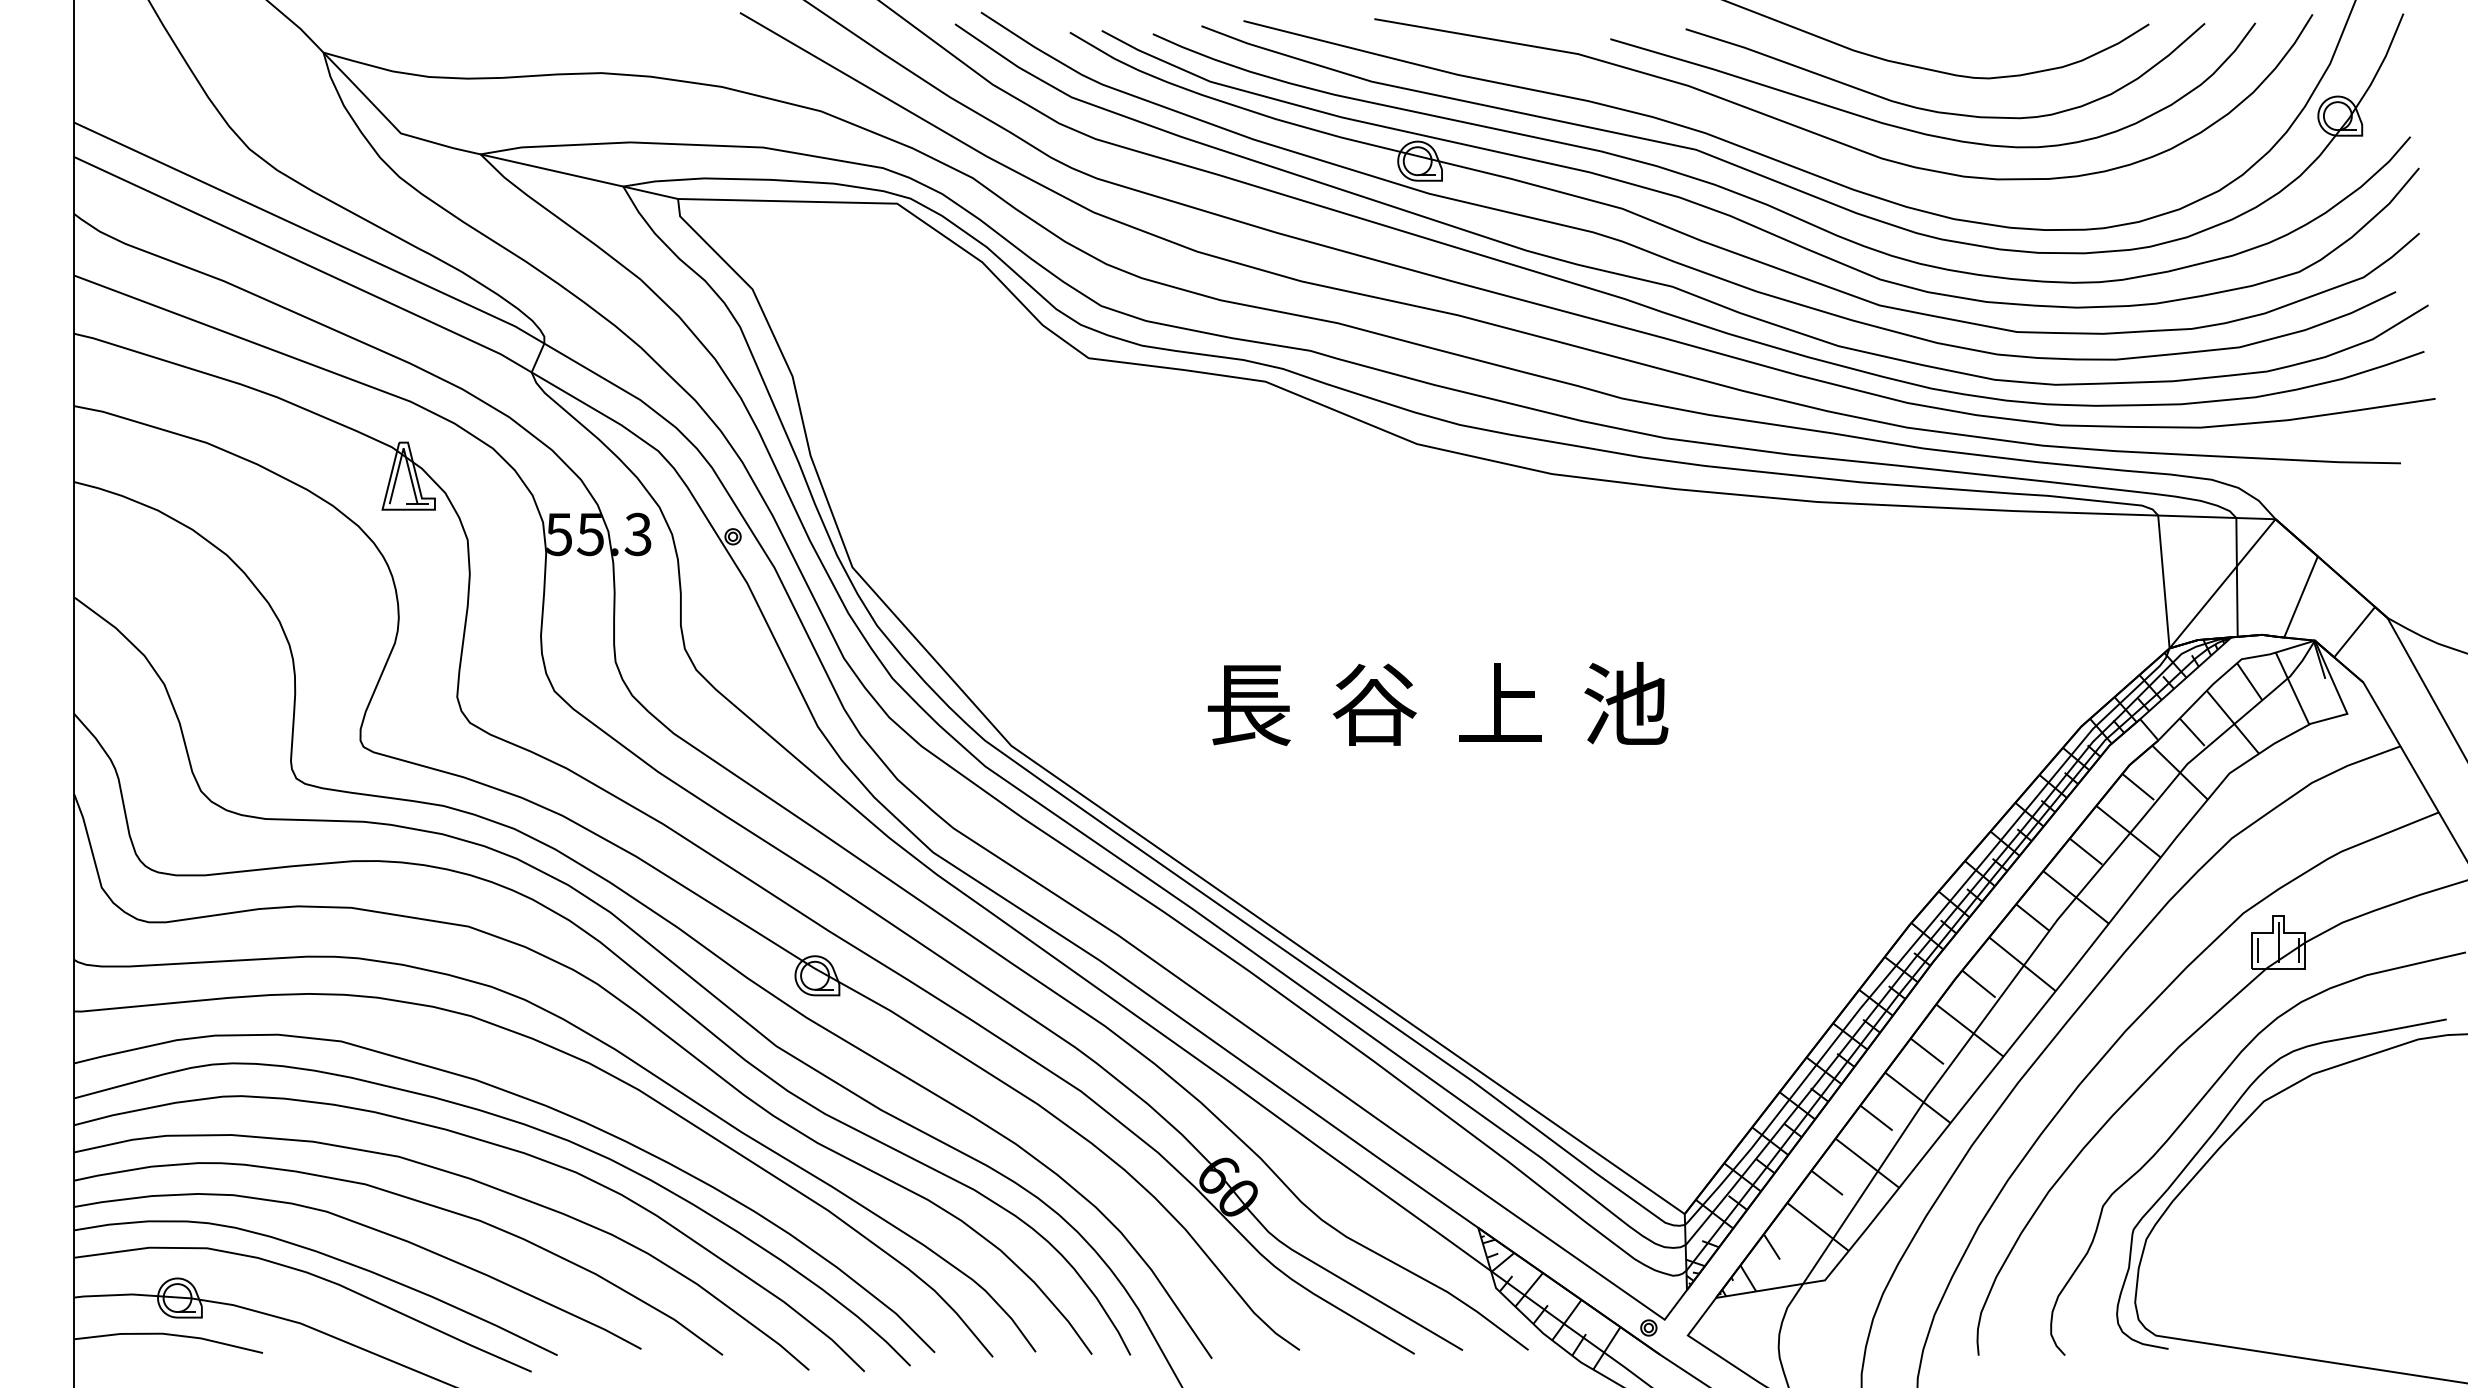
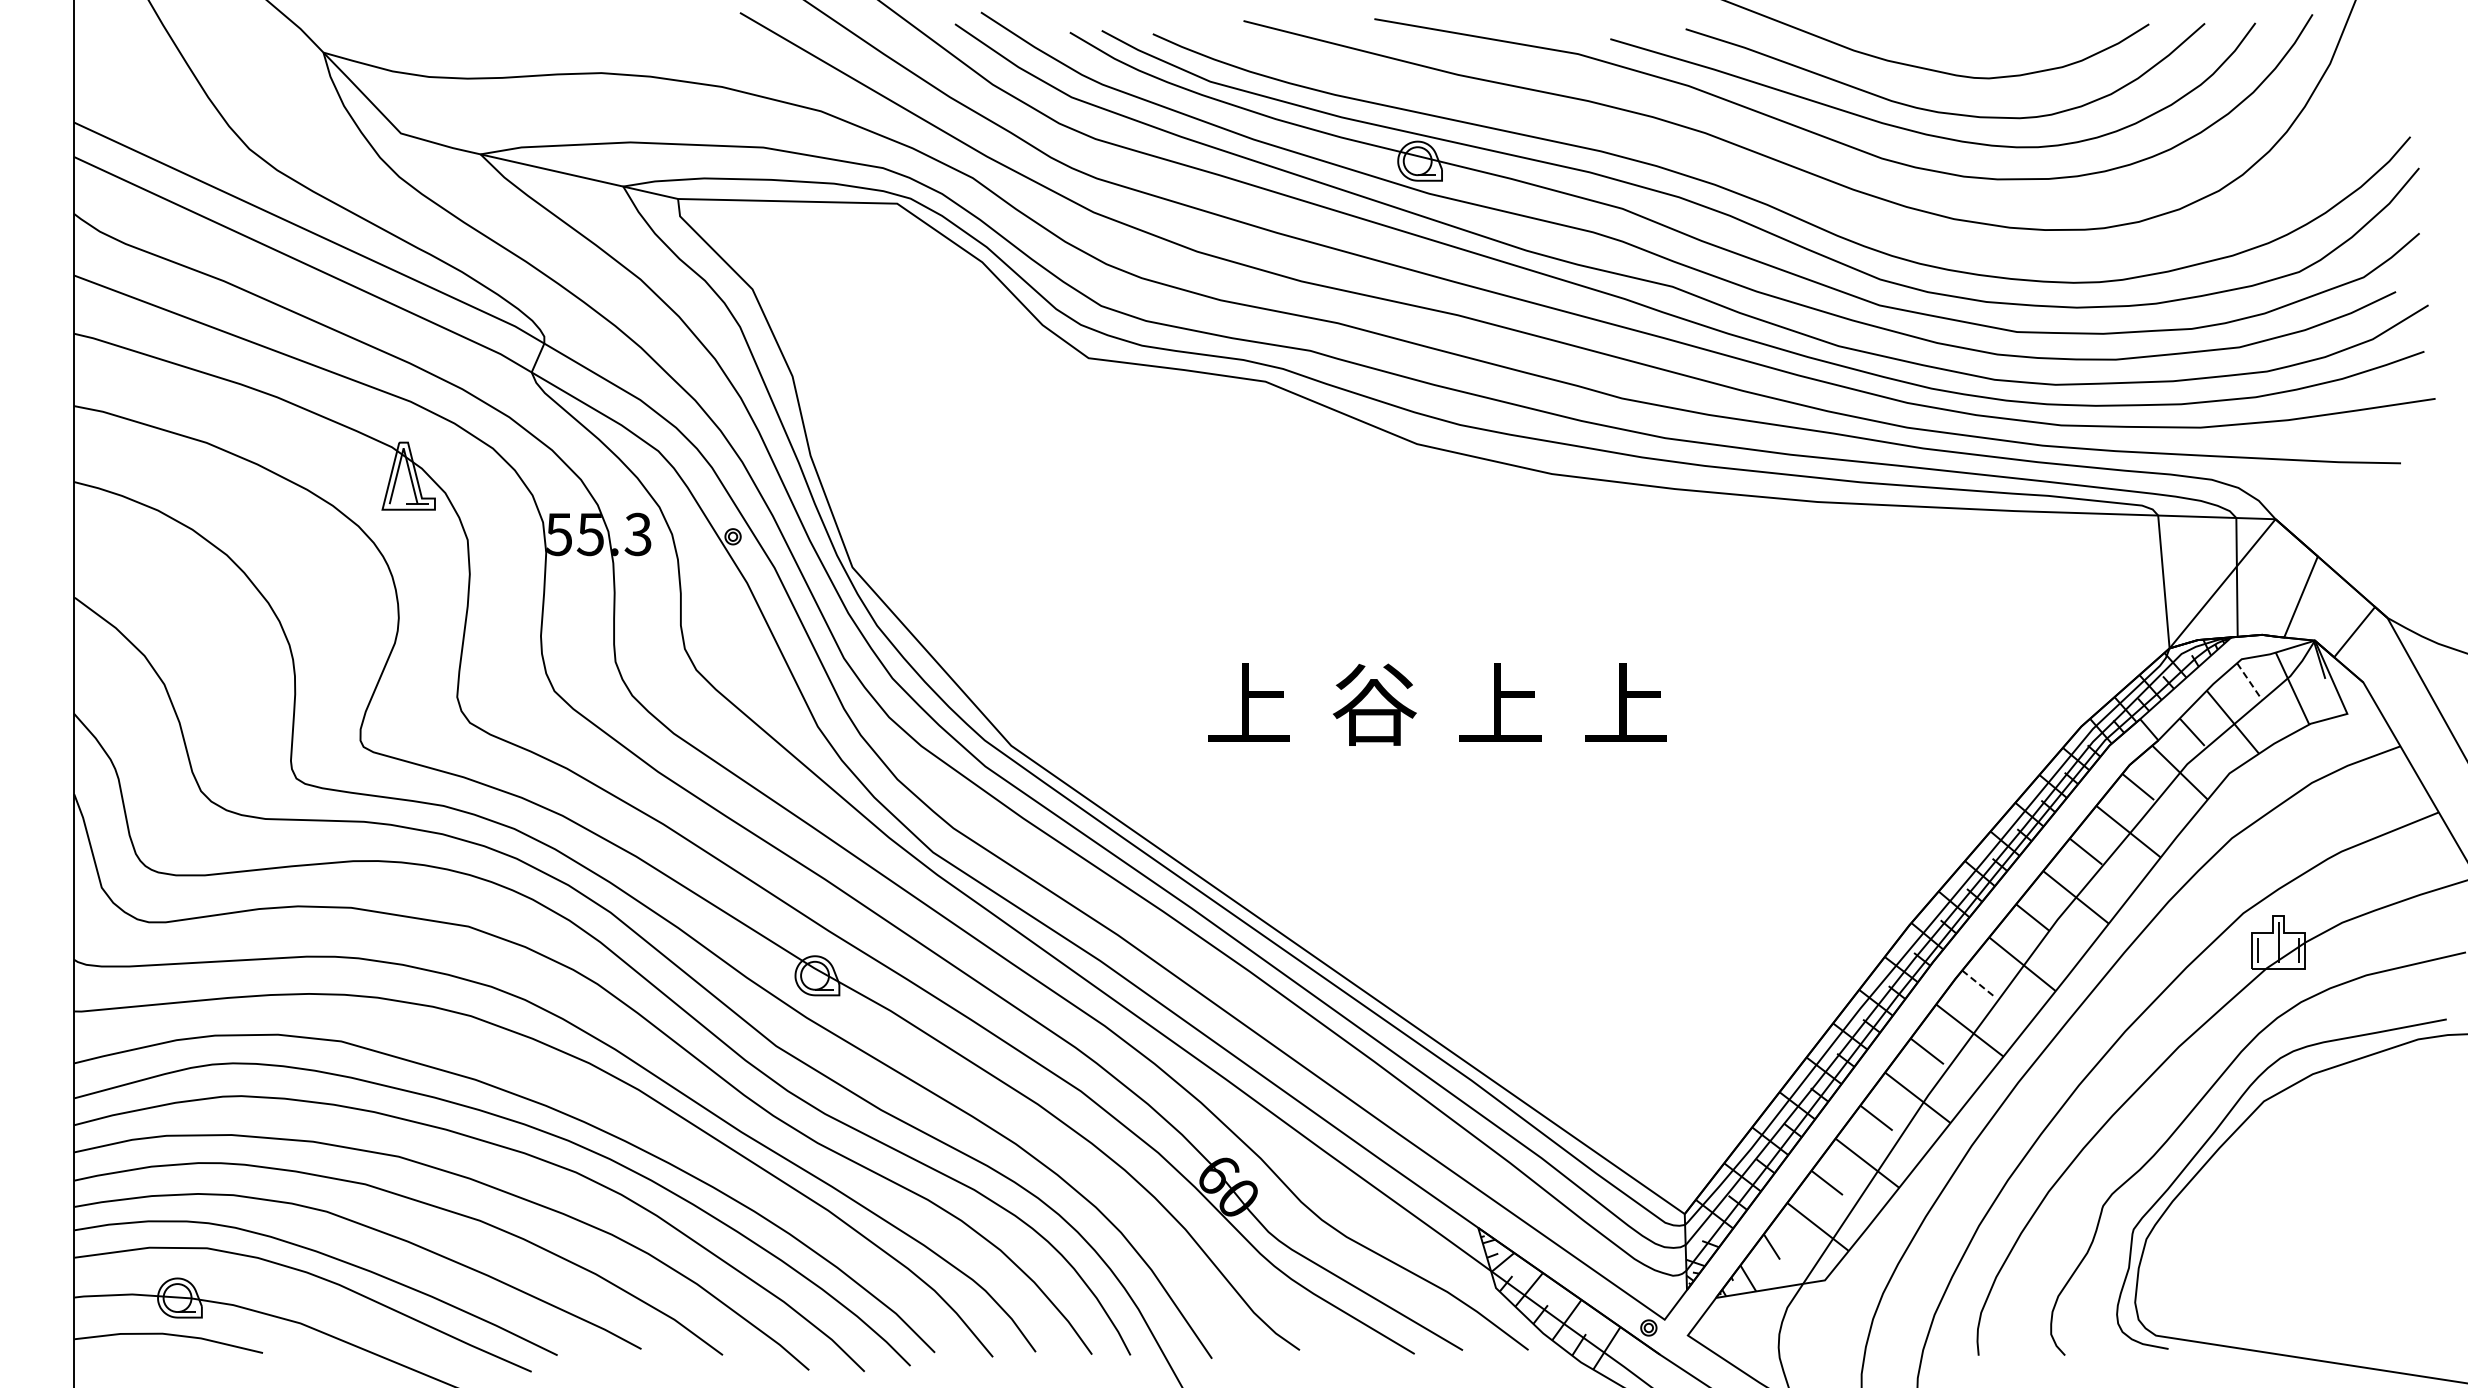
part at (1784, 183): present -> none
line at (2249, 682): solid -> dashed
text at (1626, 703): 池 -> 上
text at (1248, 704): 長 -> 上
line at (1978, 984): solid -> dashed
